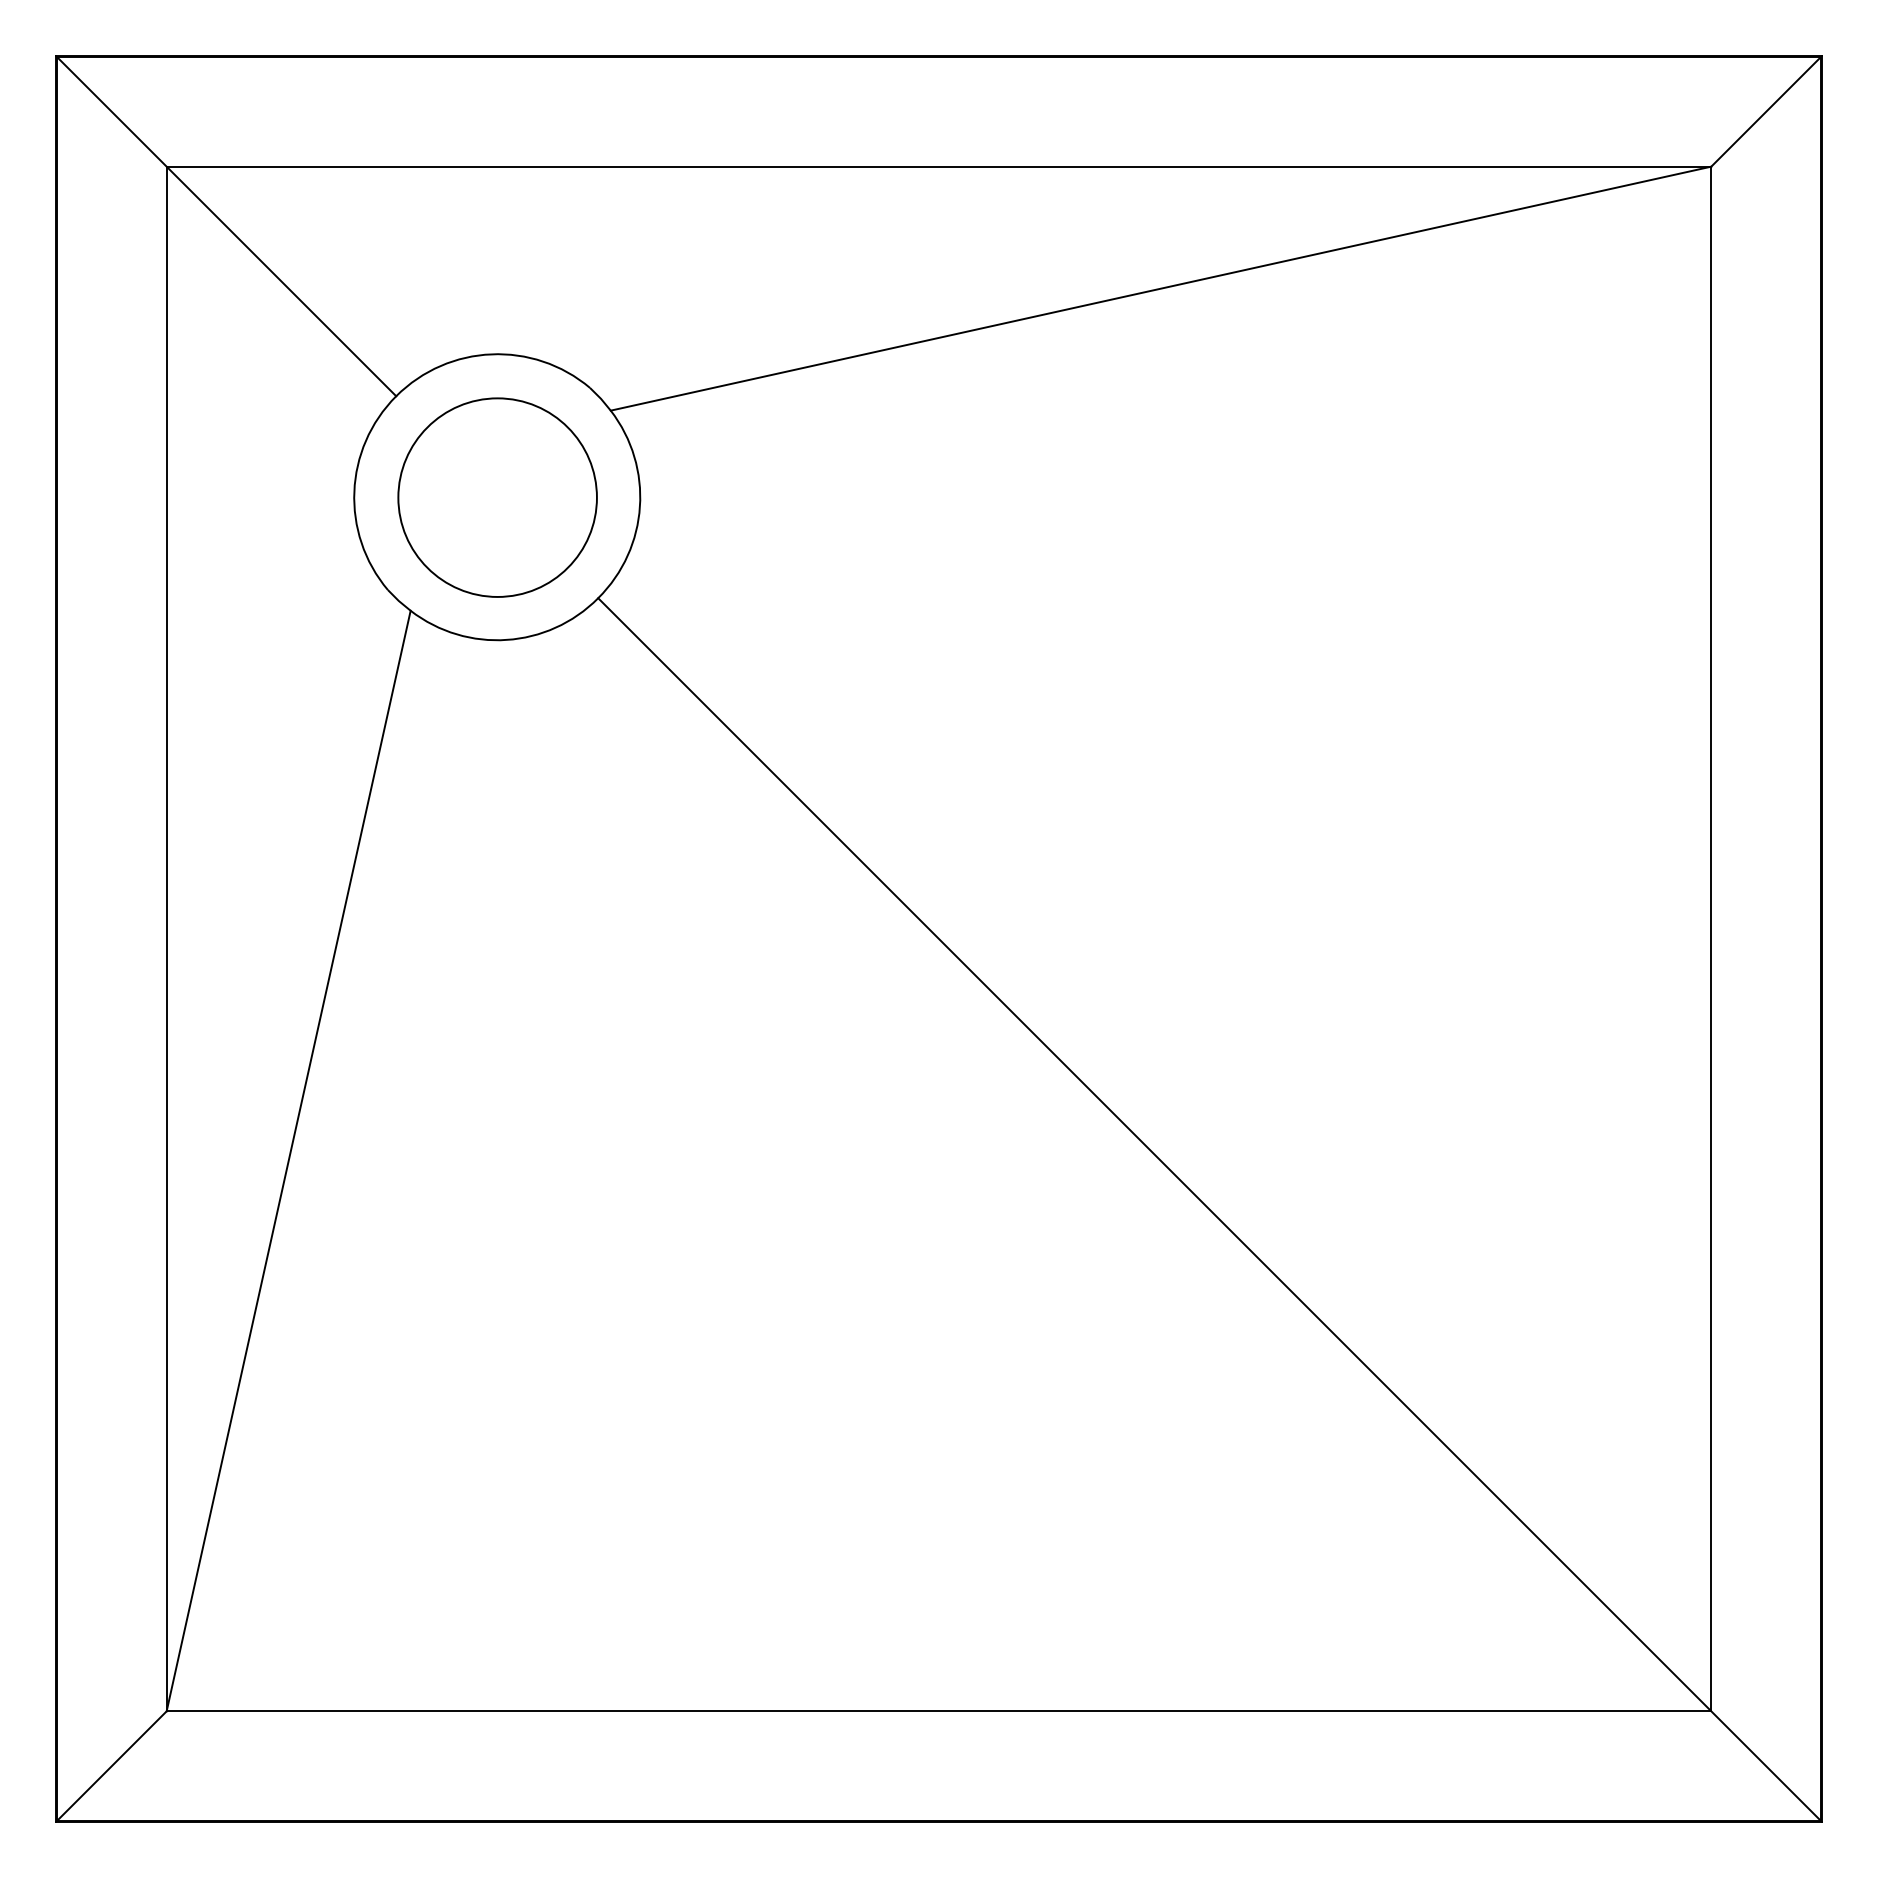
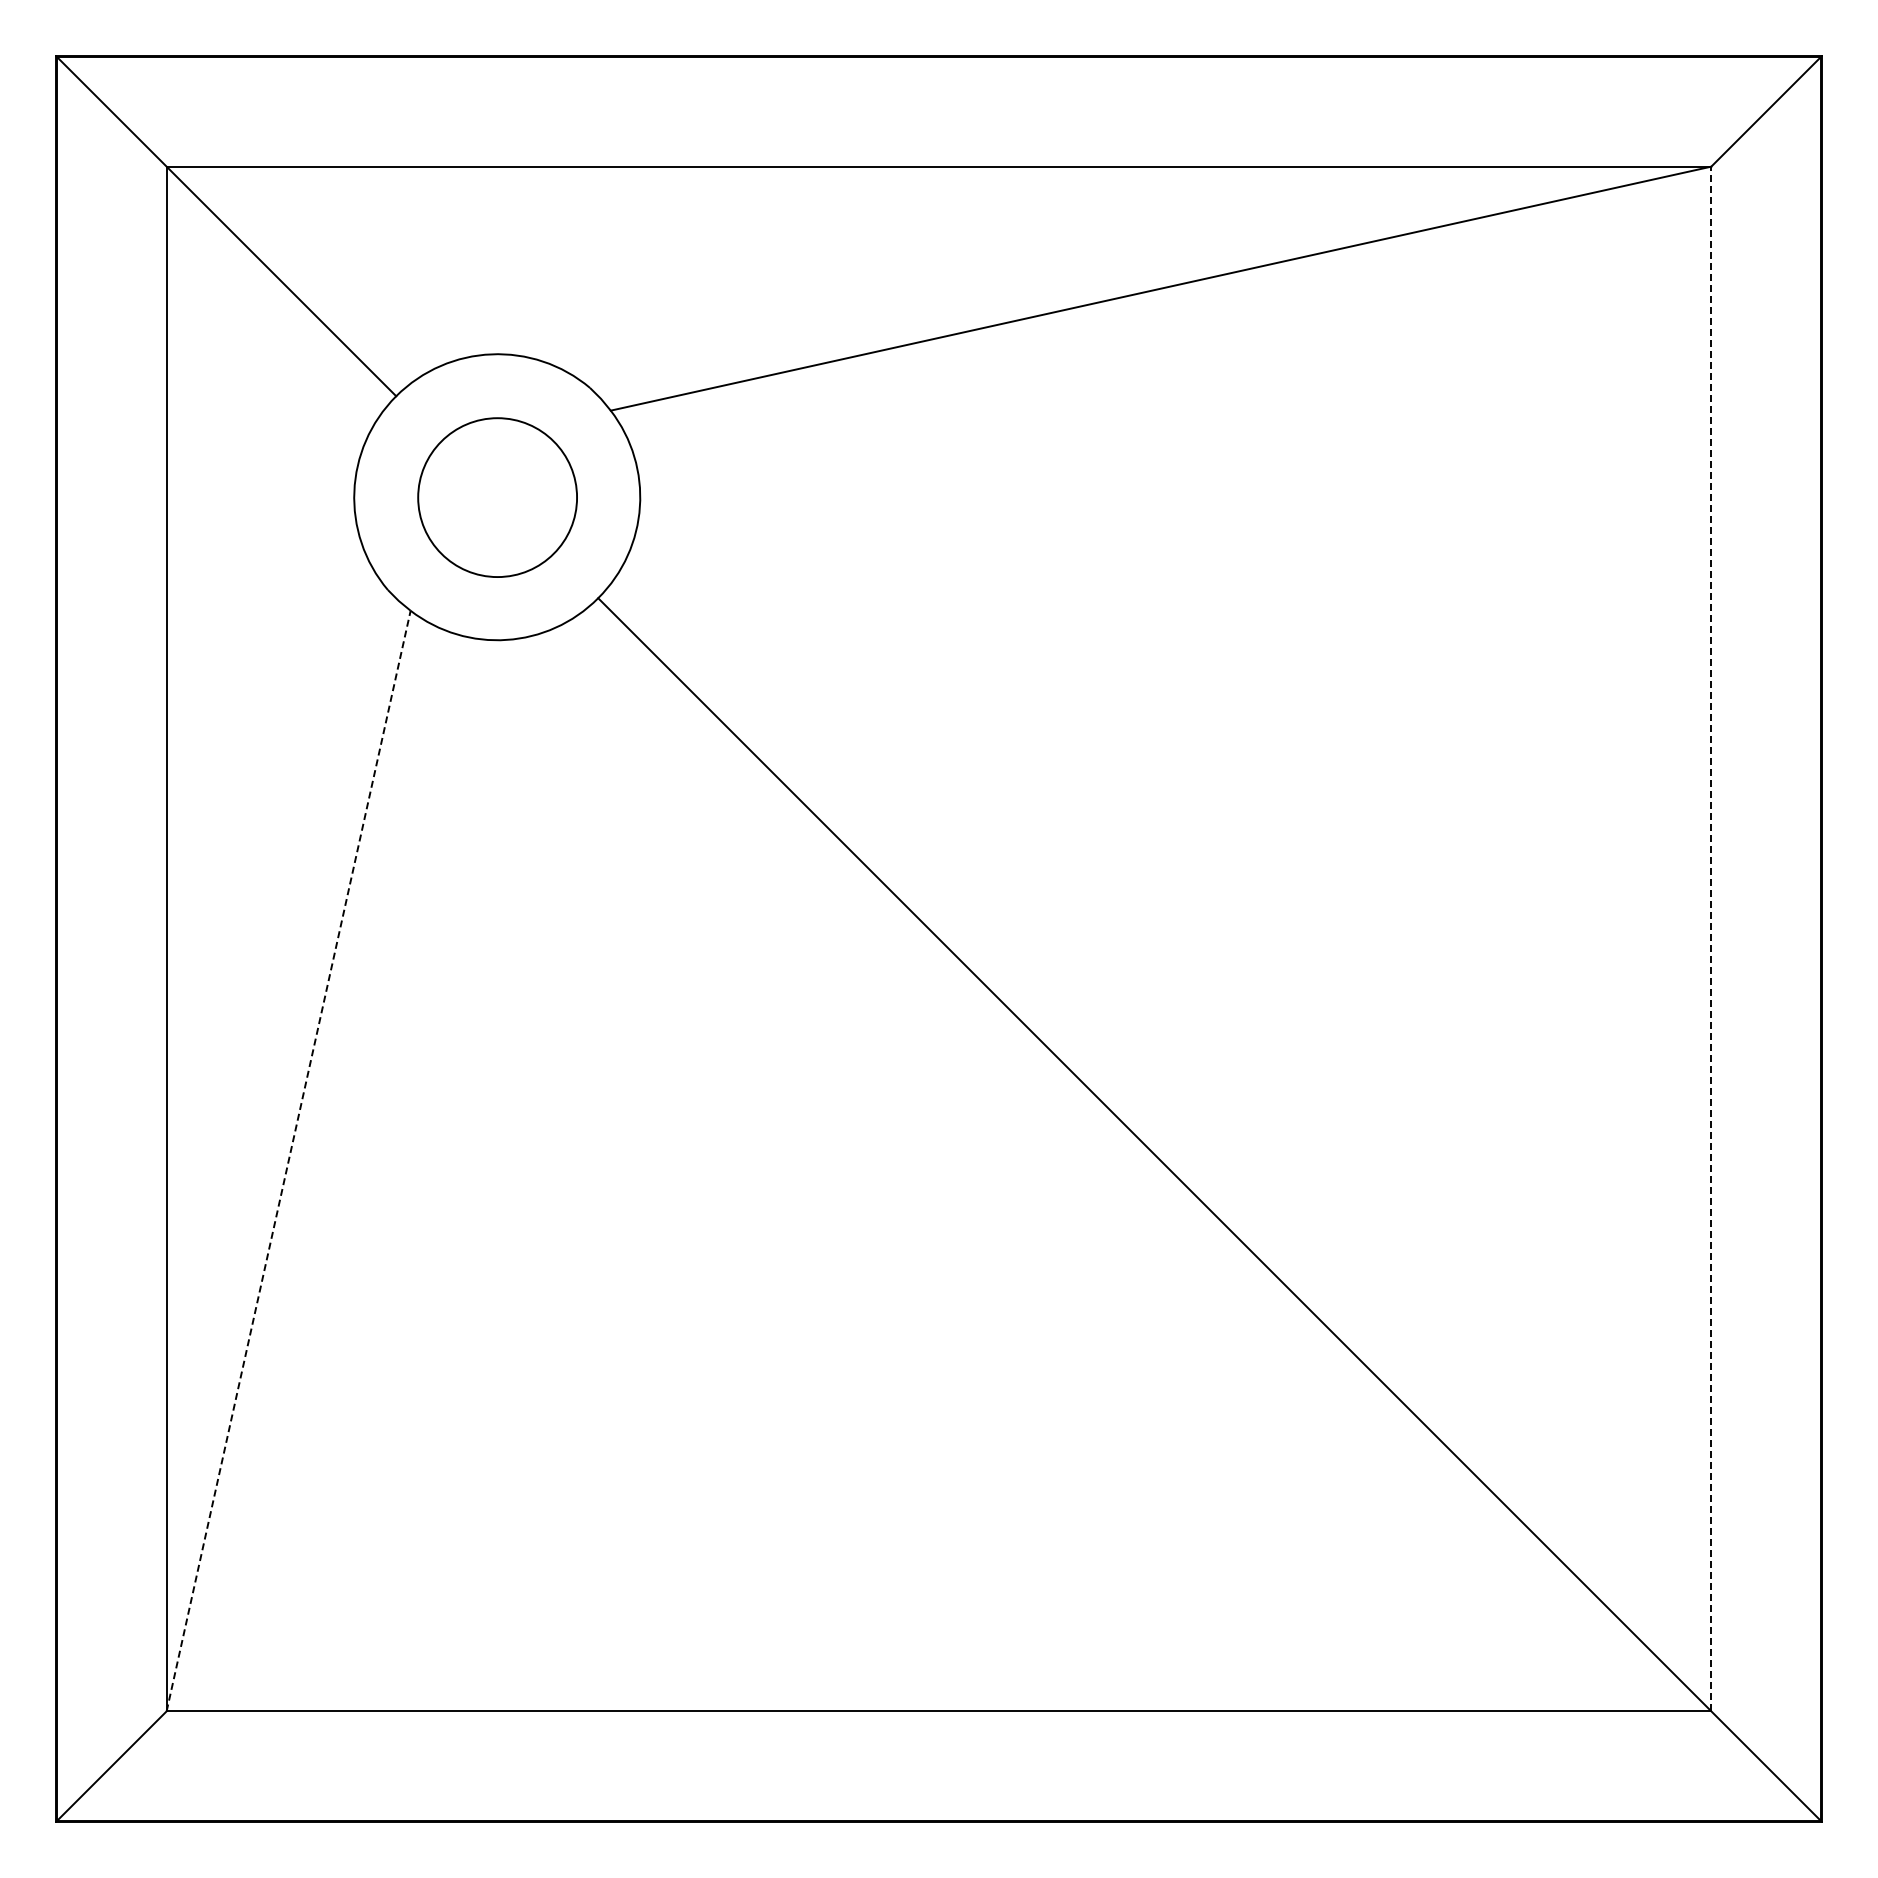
circle at (497, 497) size: 201x201 px -> 161x161 px
line at (1711, 938): solid -> dashed
line at (288, 1161): solid -> dashed
